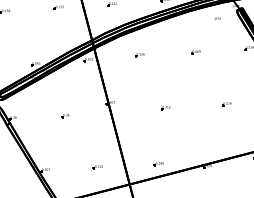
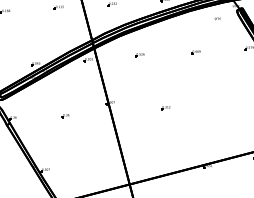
part at (226, 104): present -> none
part at (158, 164): present -> none
part at (97, 167): present -> none
